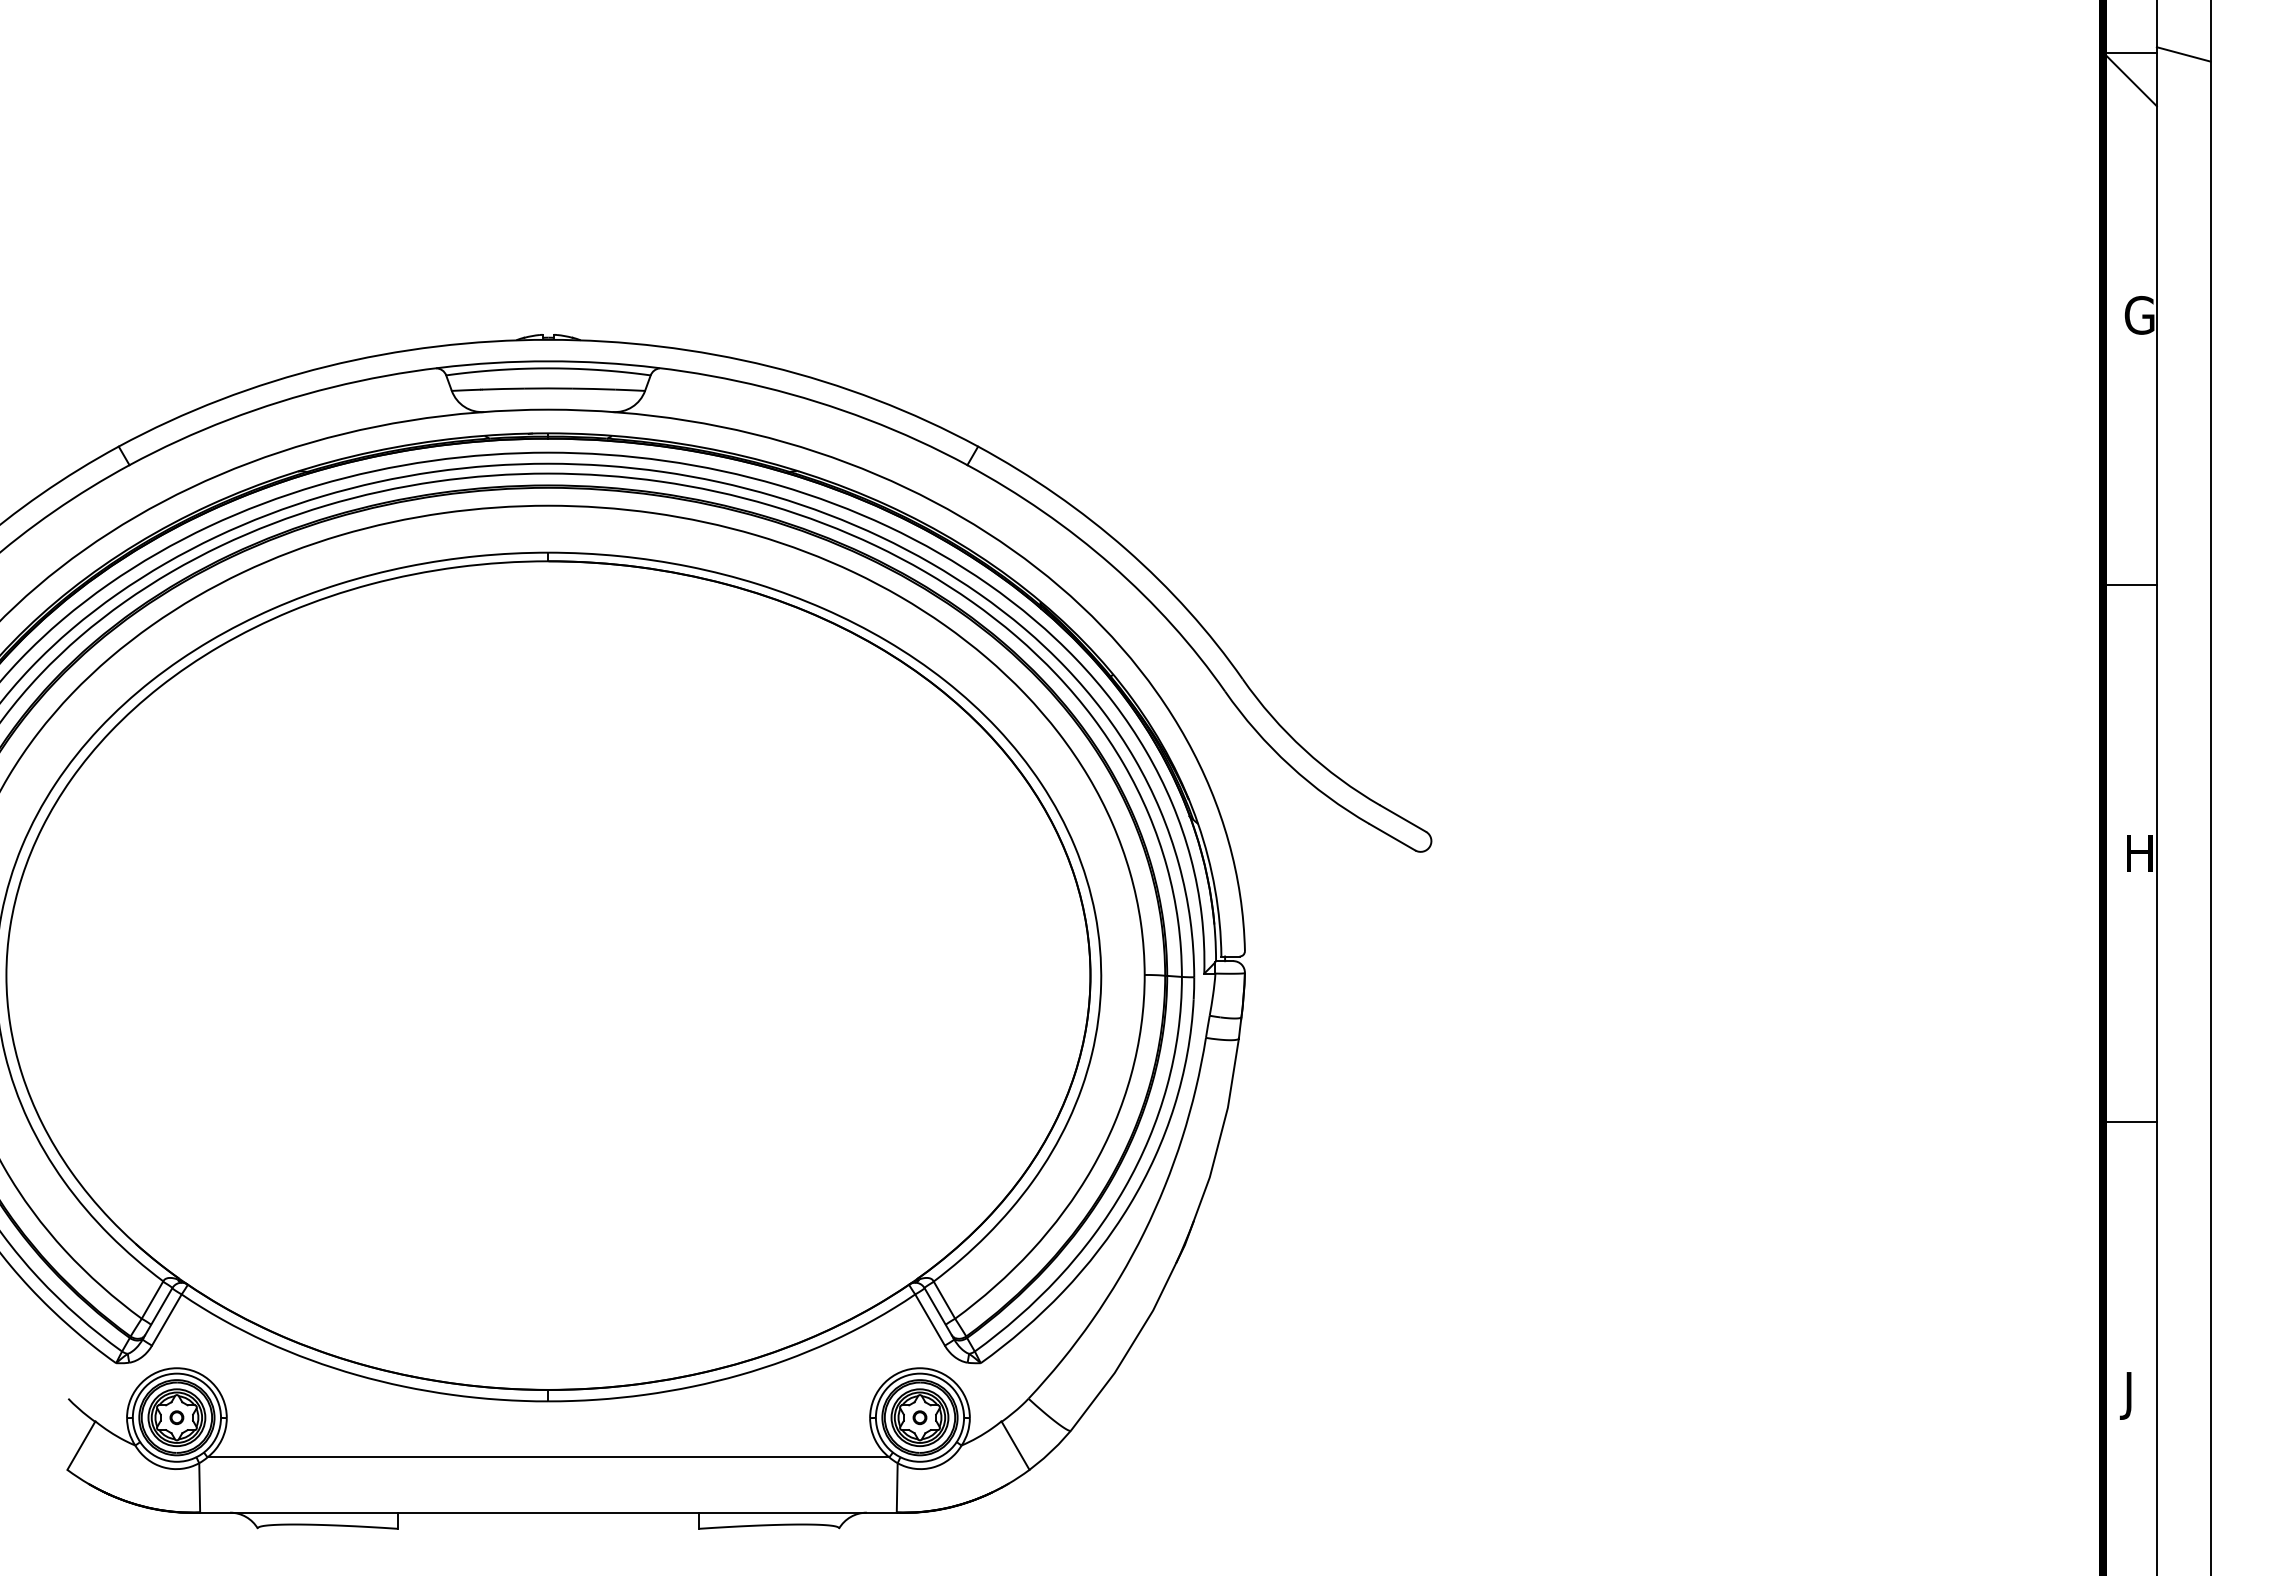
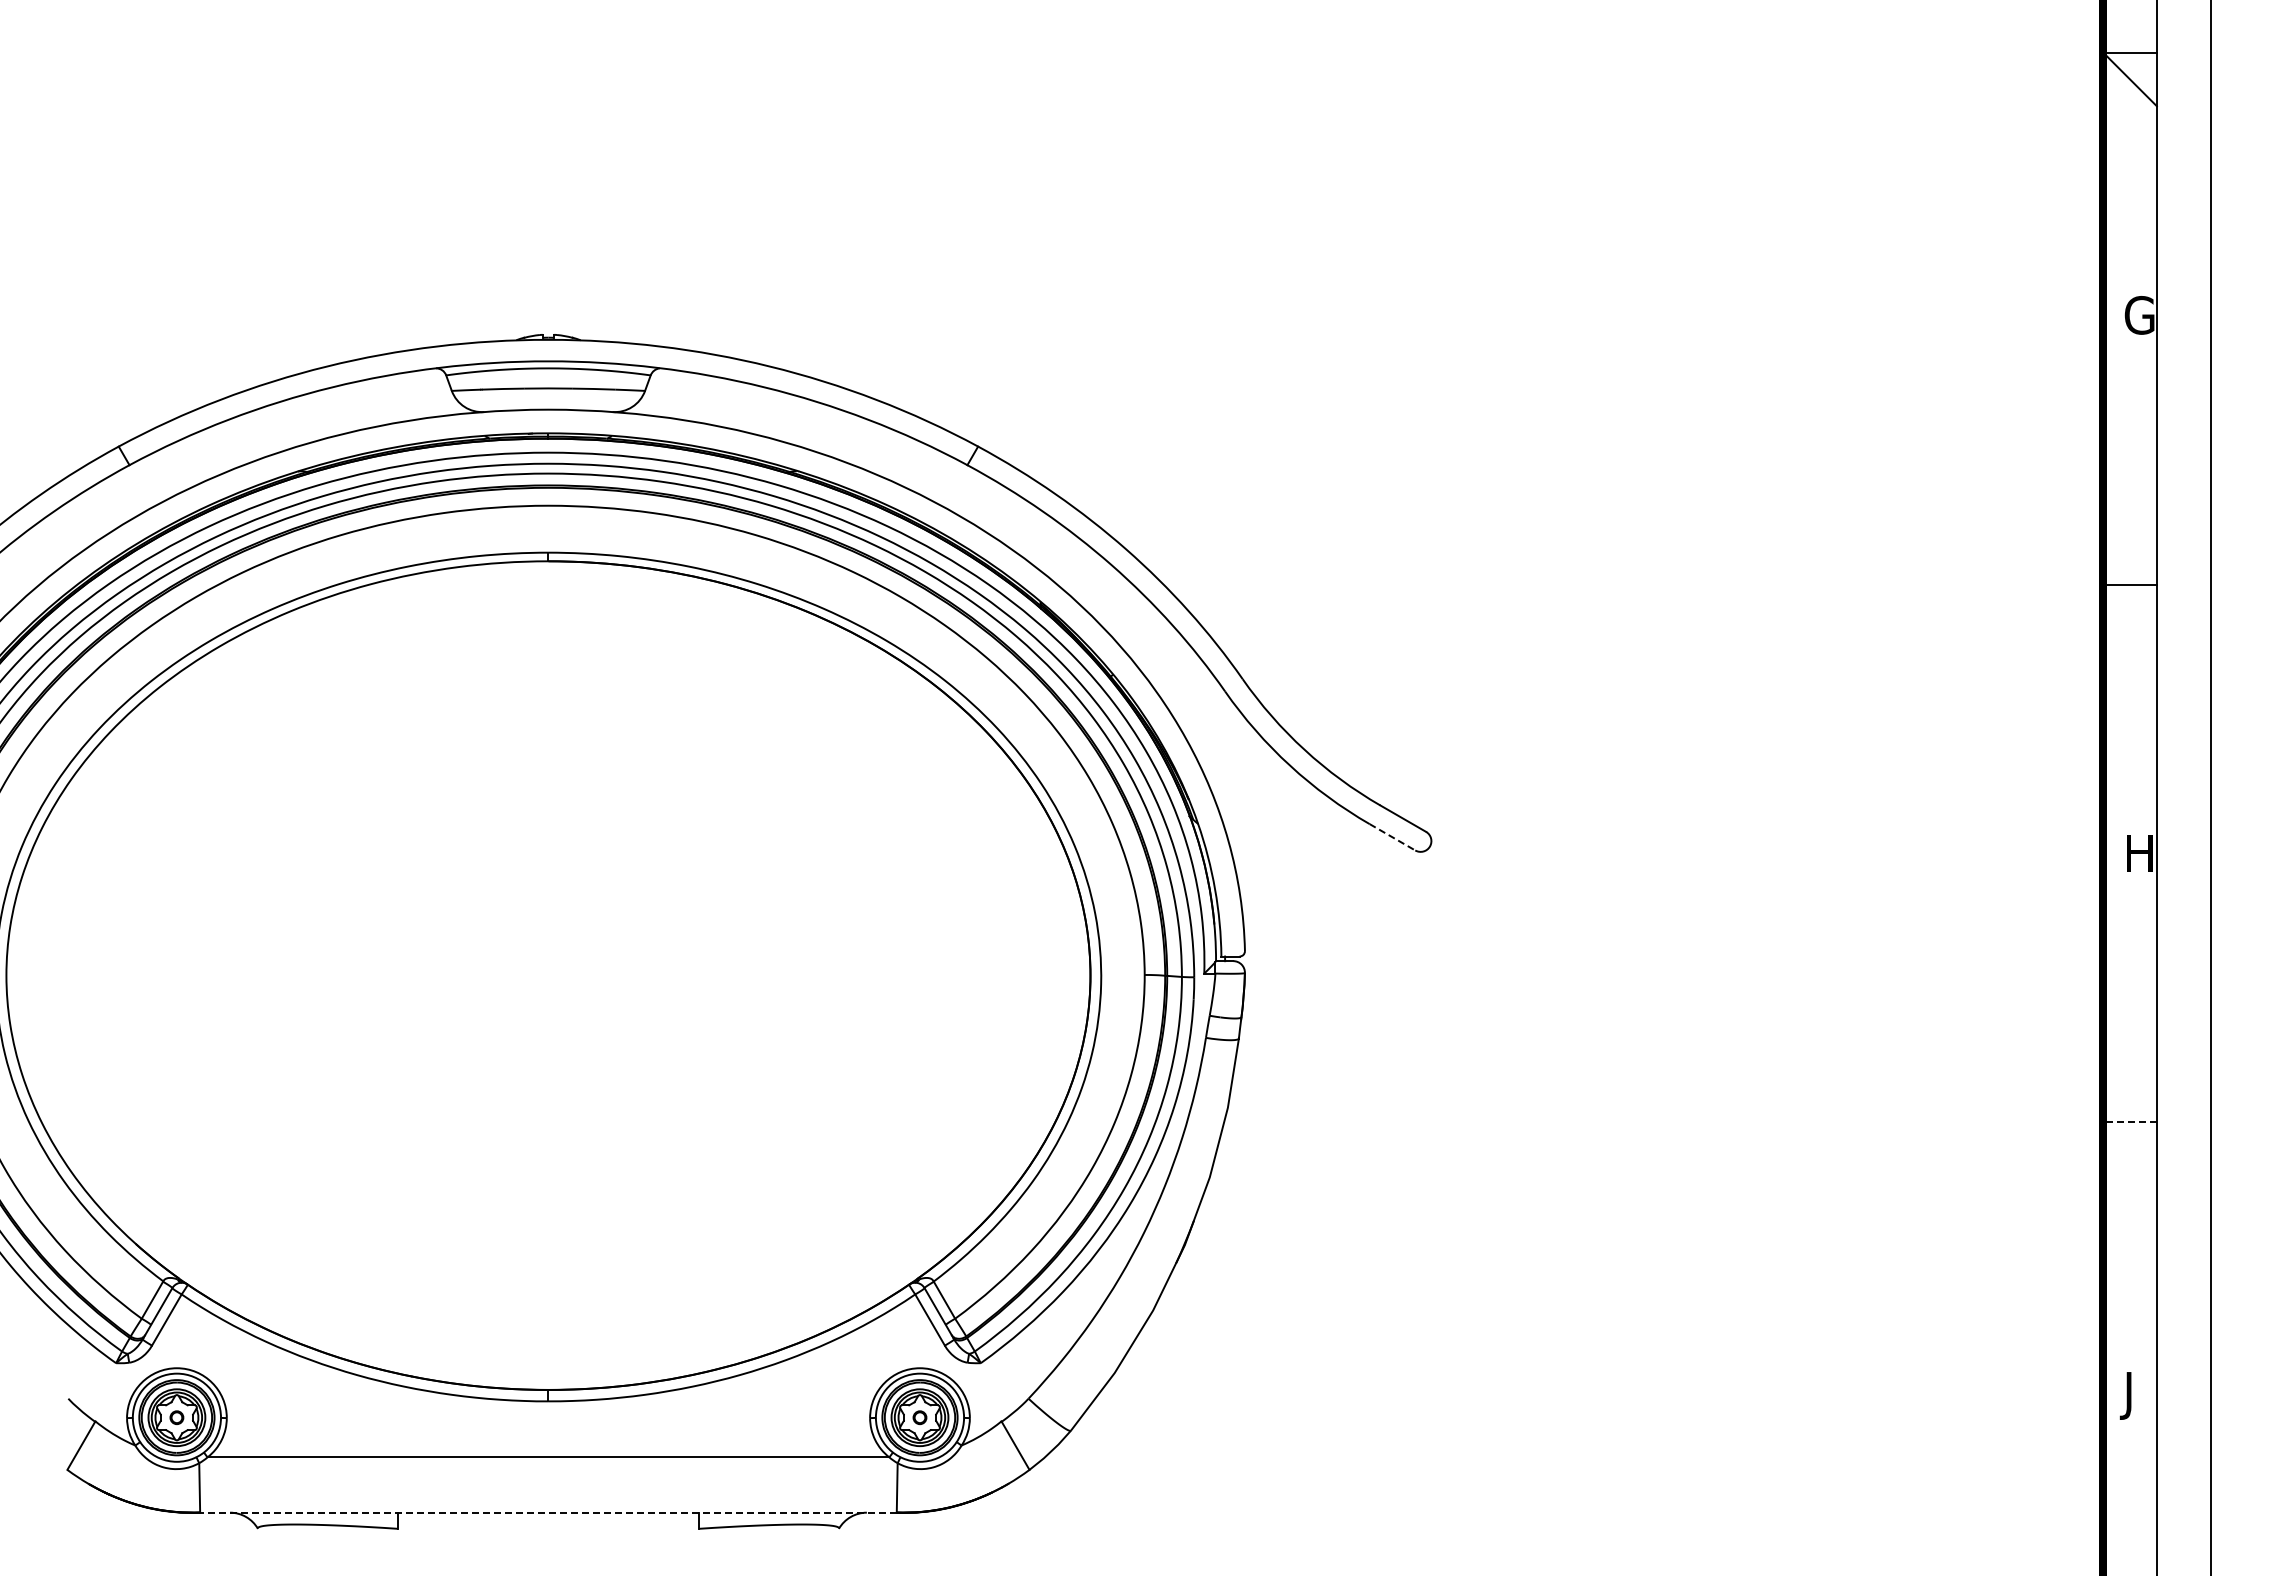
line at (2183, 54): present -> none
line at (1392, 837): solid -> dashed
line at (2130, 1122): solid -> dashed
line at (547, 1512): solid -> dashed
